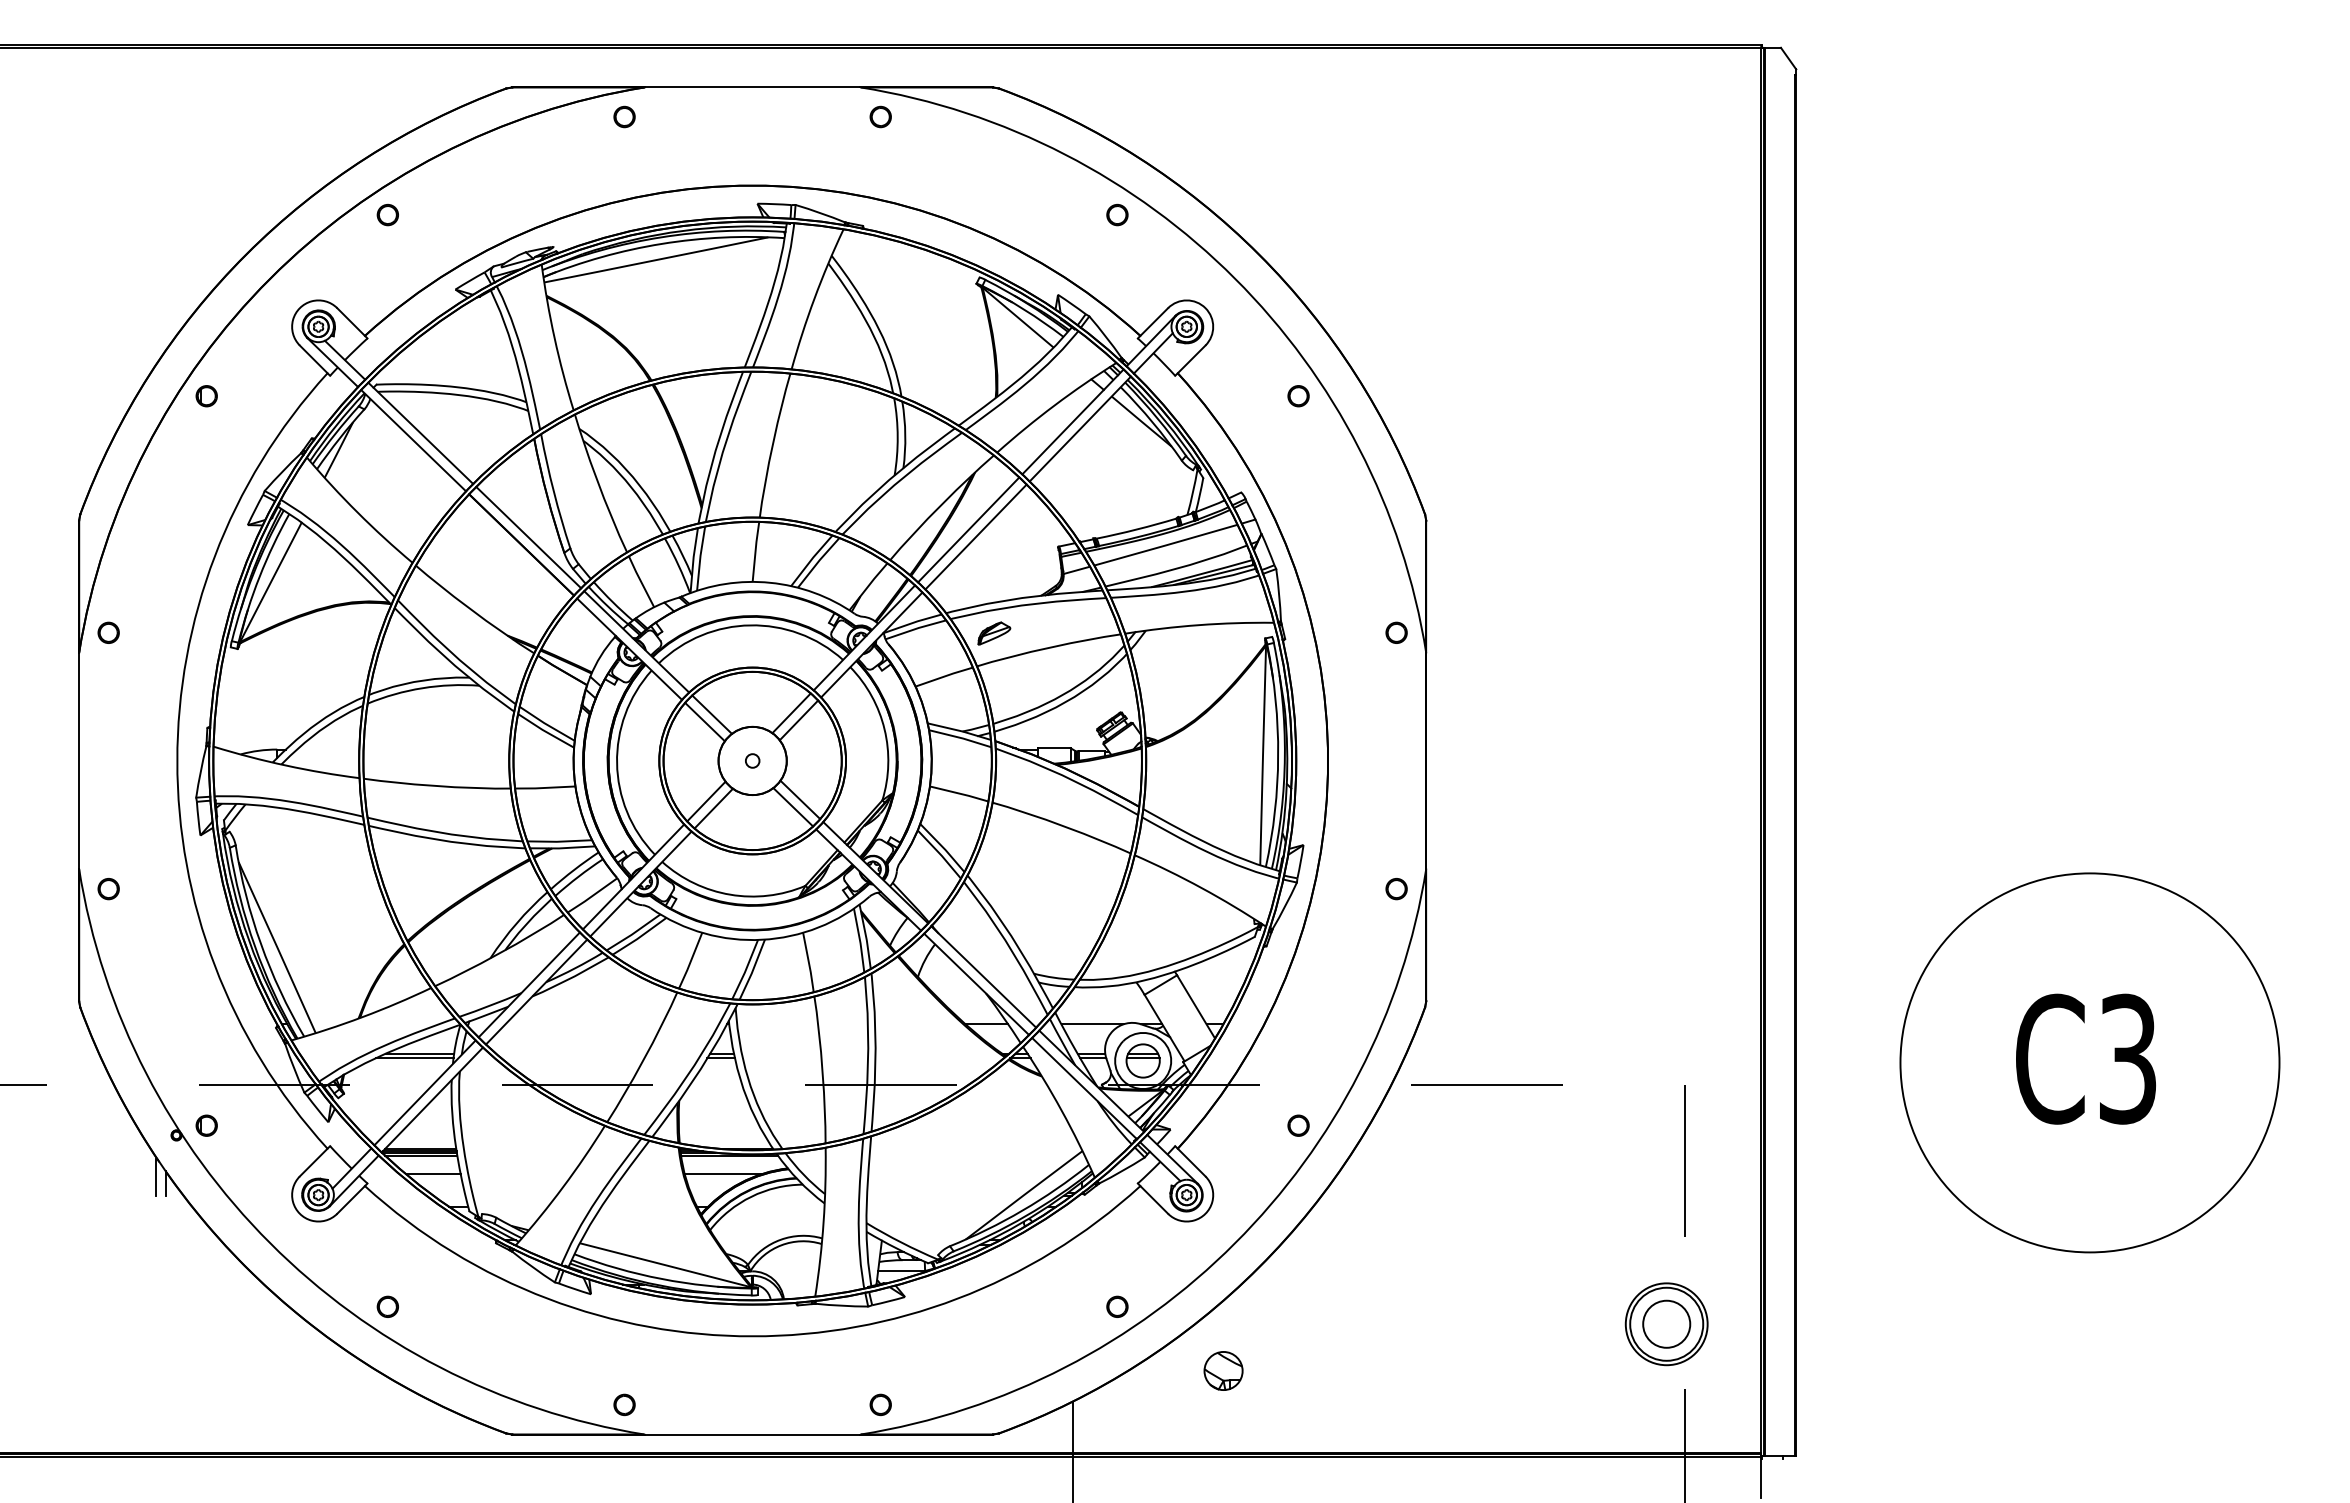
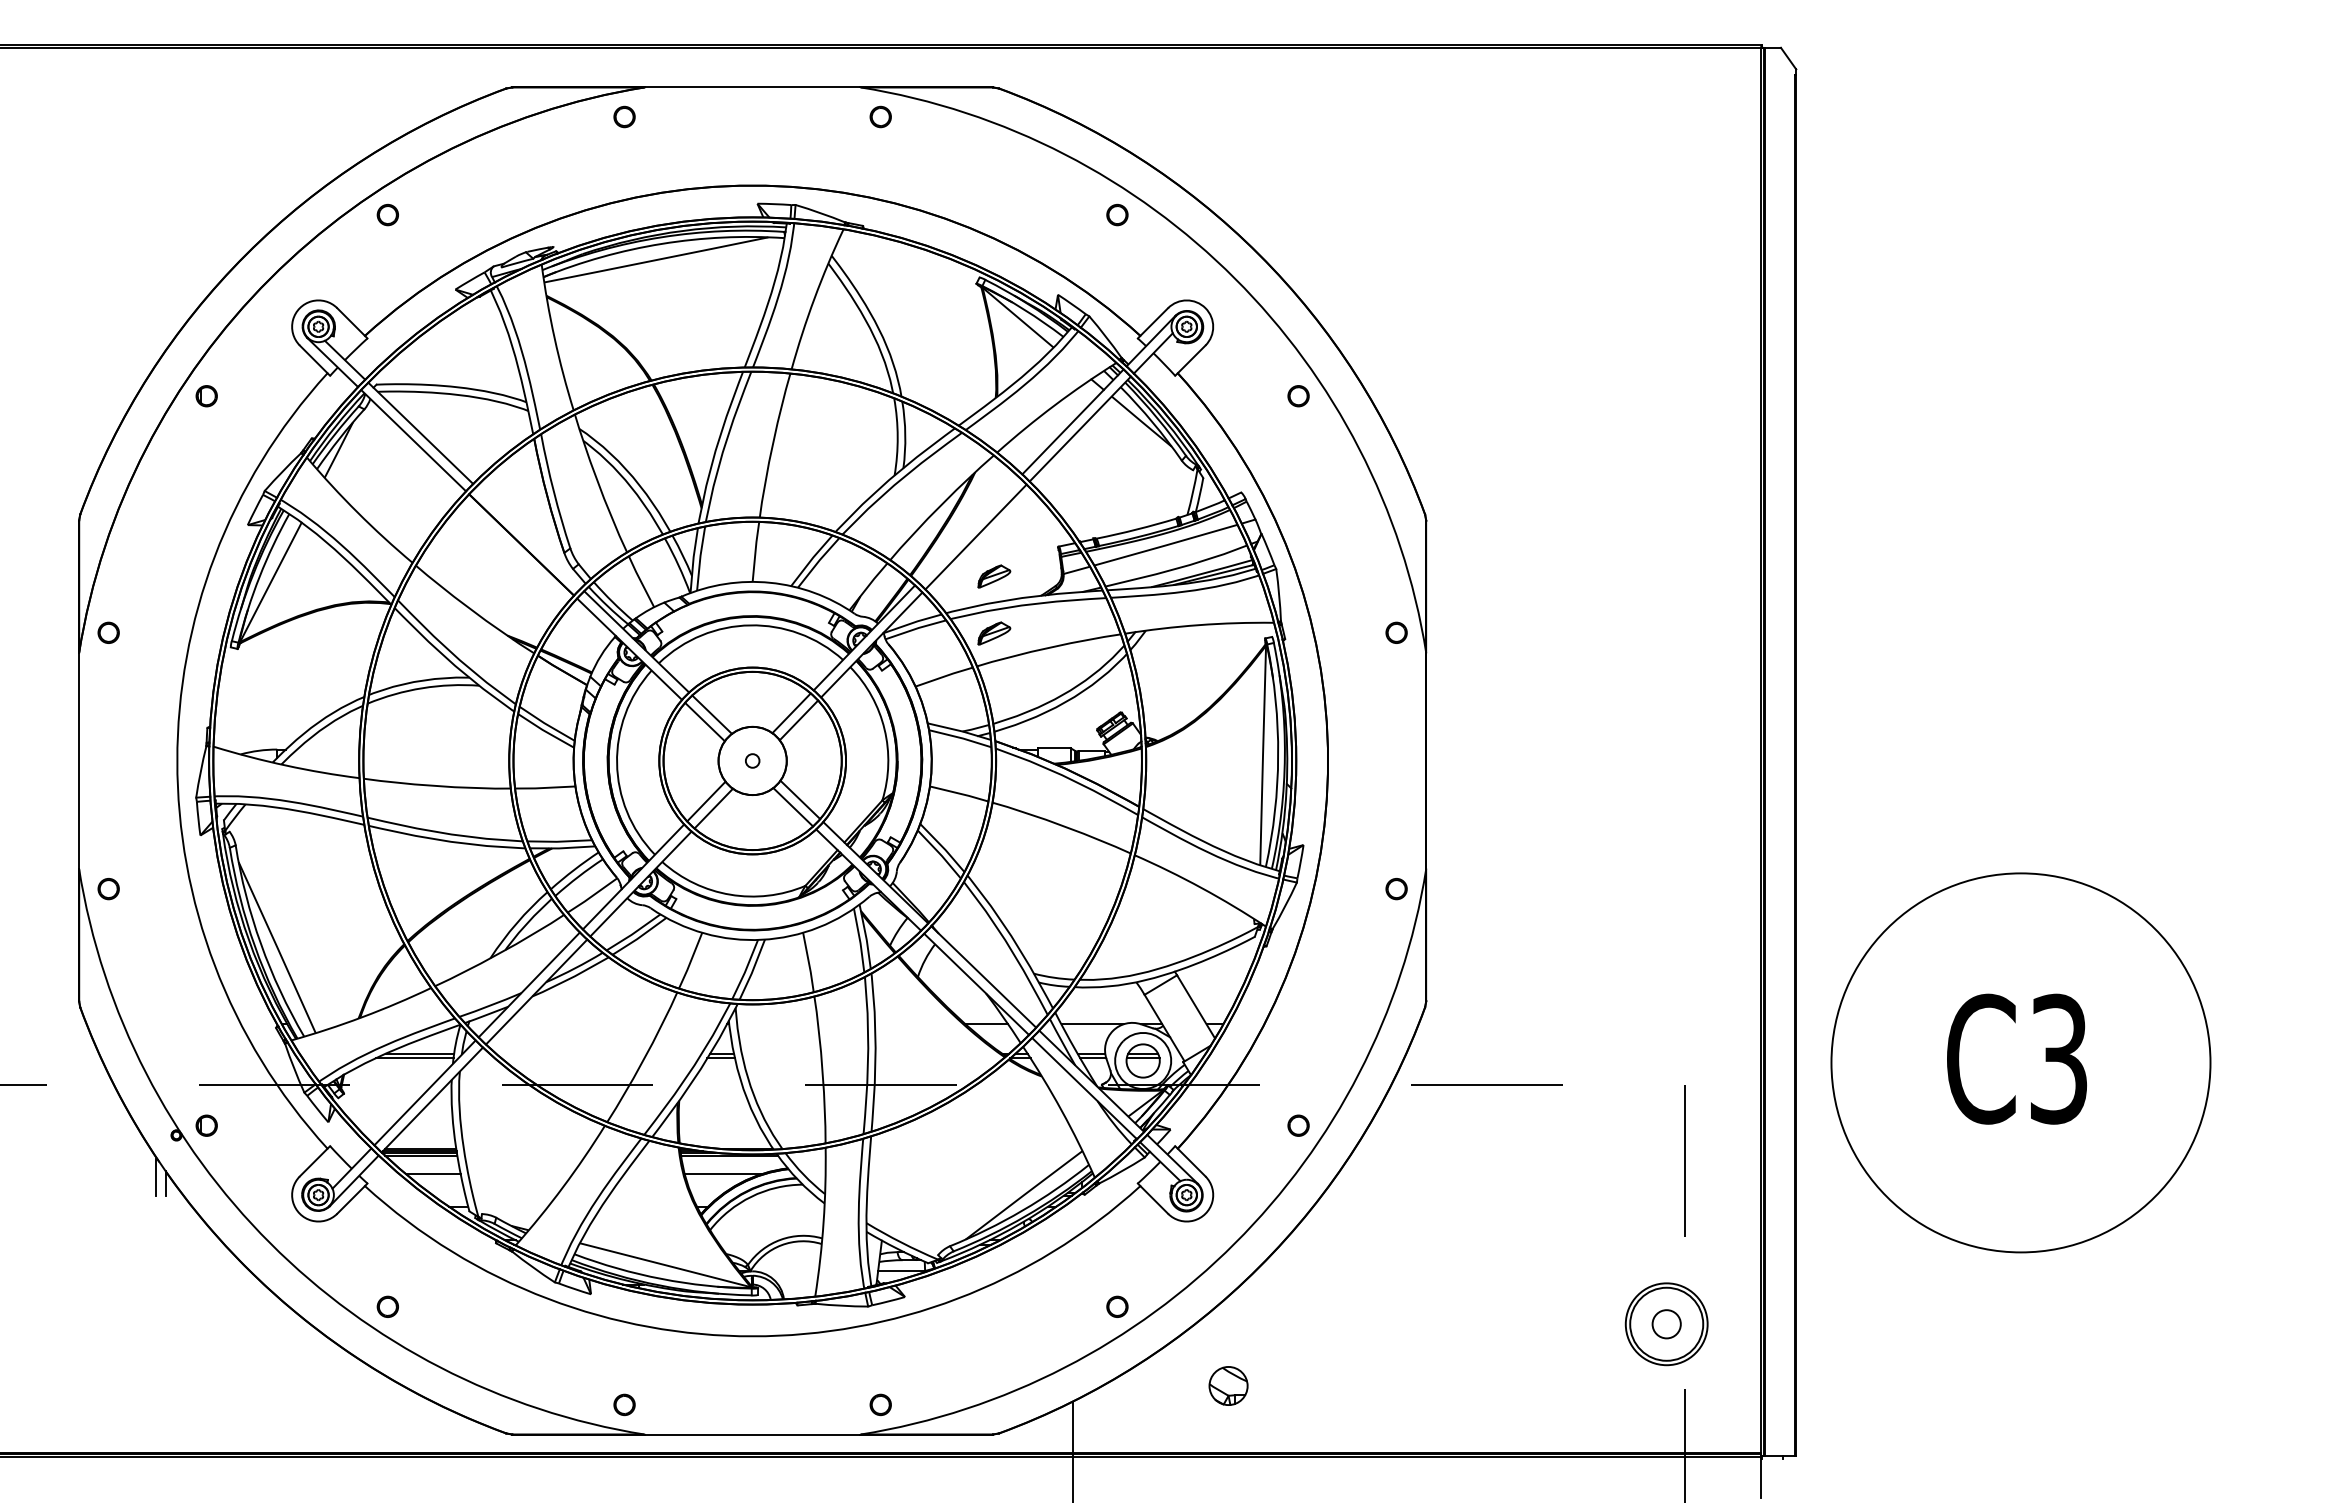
line at (968, 529): present -> none
line at (528, 537): present -> none
part at (994, 576): none -> present
part at (2089, 1062) position: (2089, 1062) -> (2020, 1062)
circle at (1666, 1323) diameter: 47 px -> 28 px
part at (1223, 1370) position: (1223, 1370) -> (1228, 1385)
